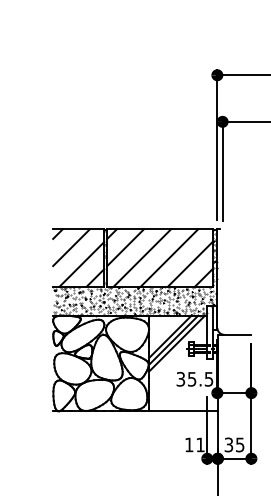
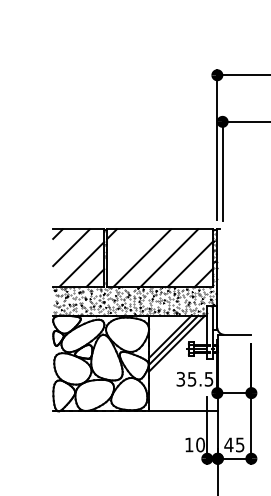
line at (125, 247): present -> none
text at (200, 444): 11 -> 10
text at (228, 444): 35 -> 45
